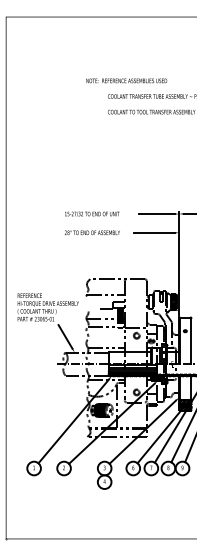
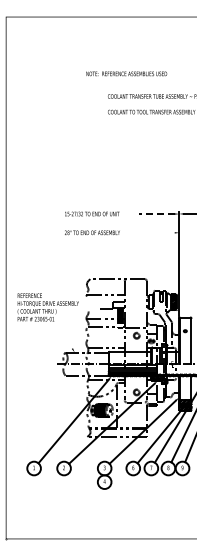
text at (126, 80) position: (126, 80) -> (126, 73)
line at (156, 214): solid -> dashed
line at (153, 232): present -> none
line at (65, 336): present -> none
